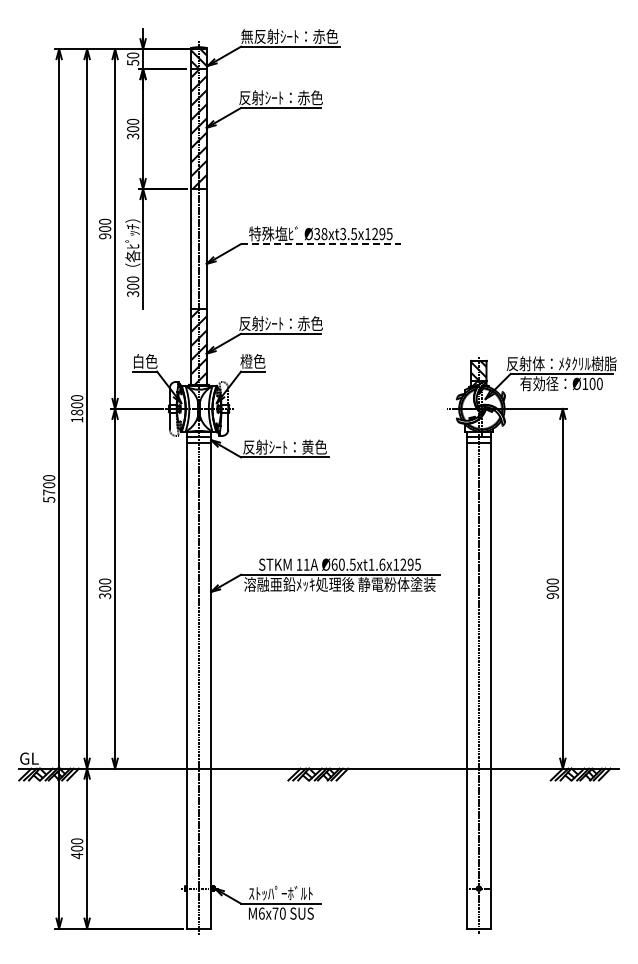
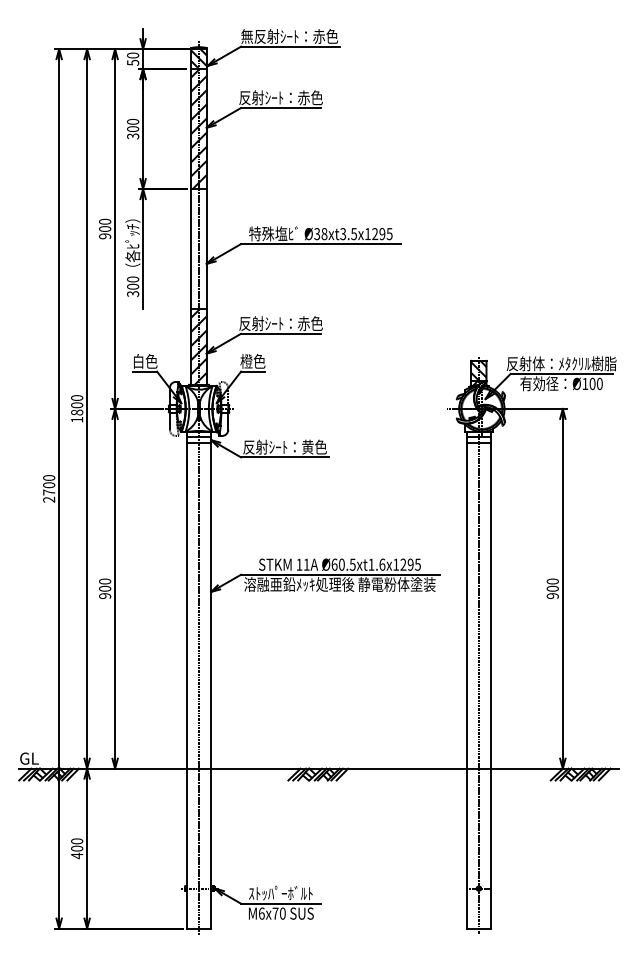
line at (320, 244): dashed -> solid
text at (49, 499): 5700 -> 2700
text at (105, 596): 300 -> 900
